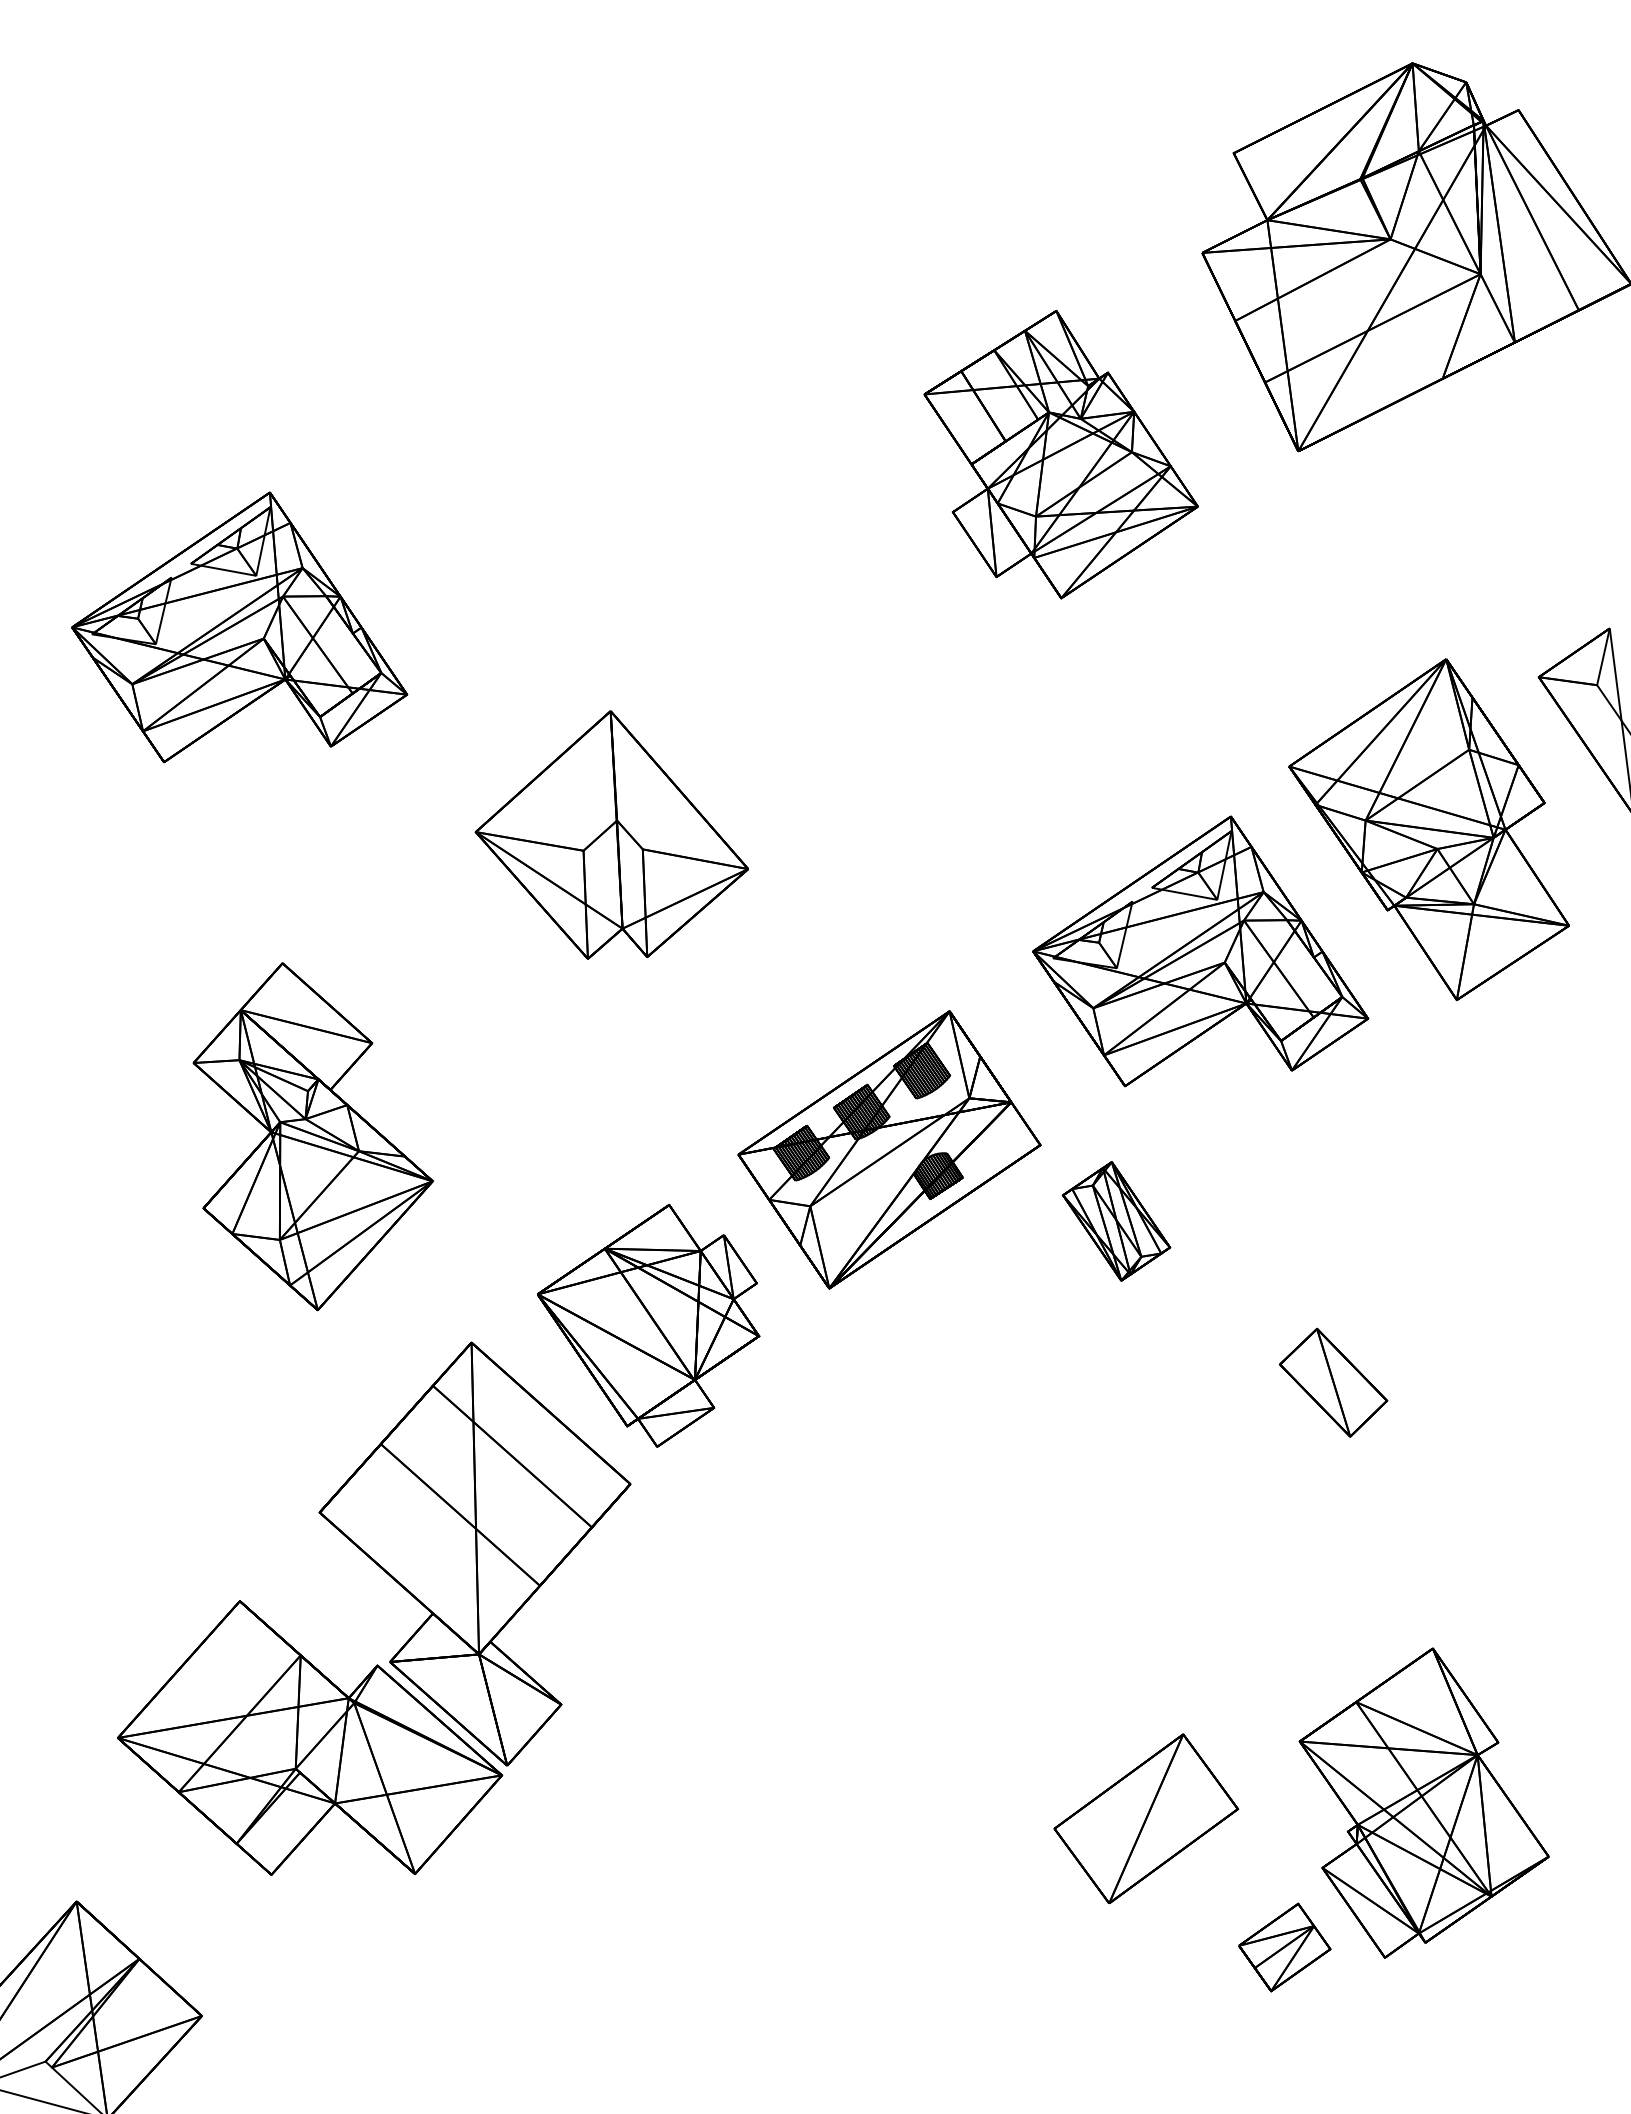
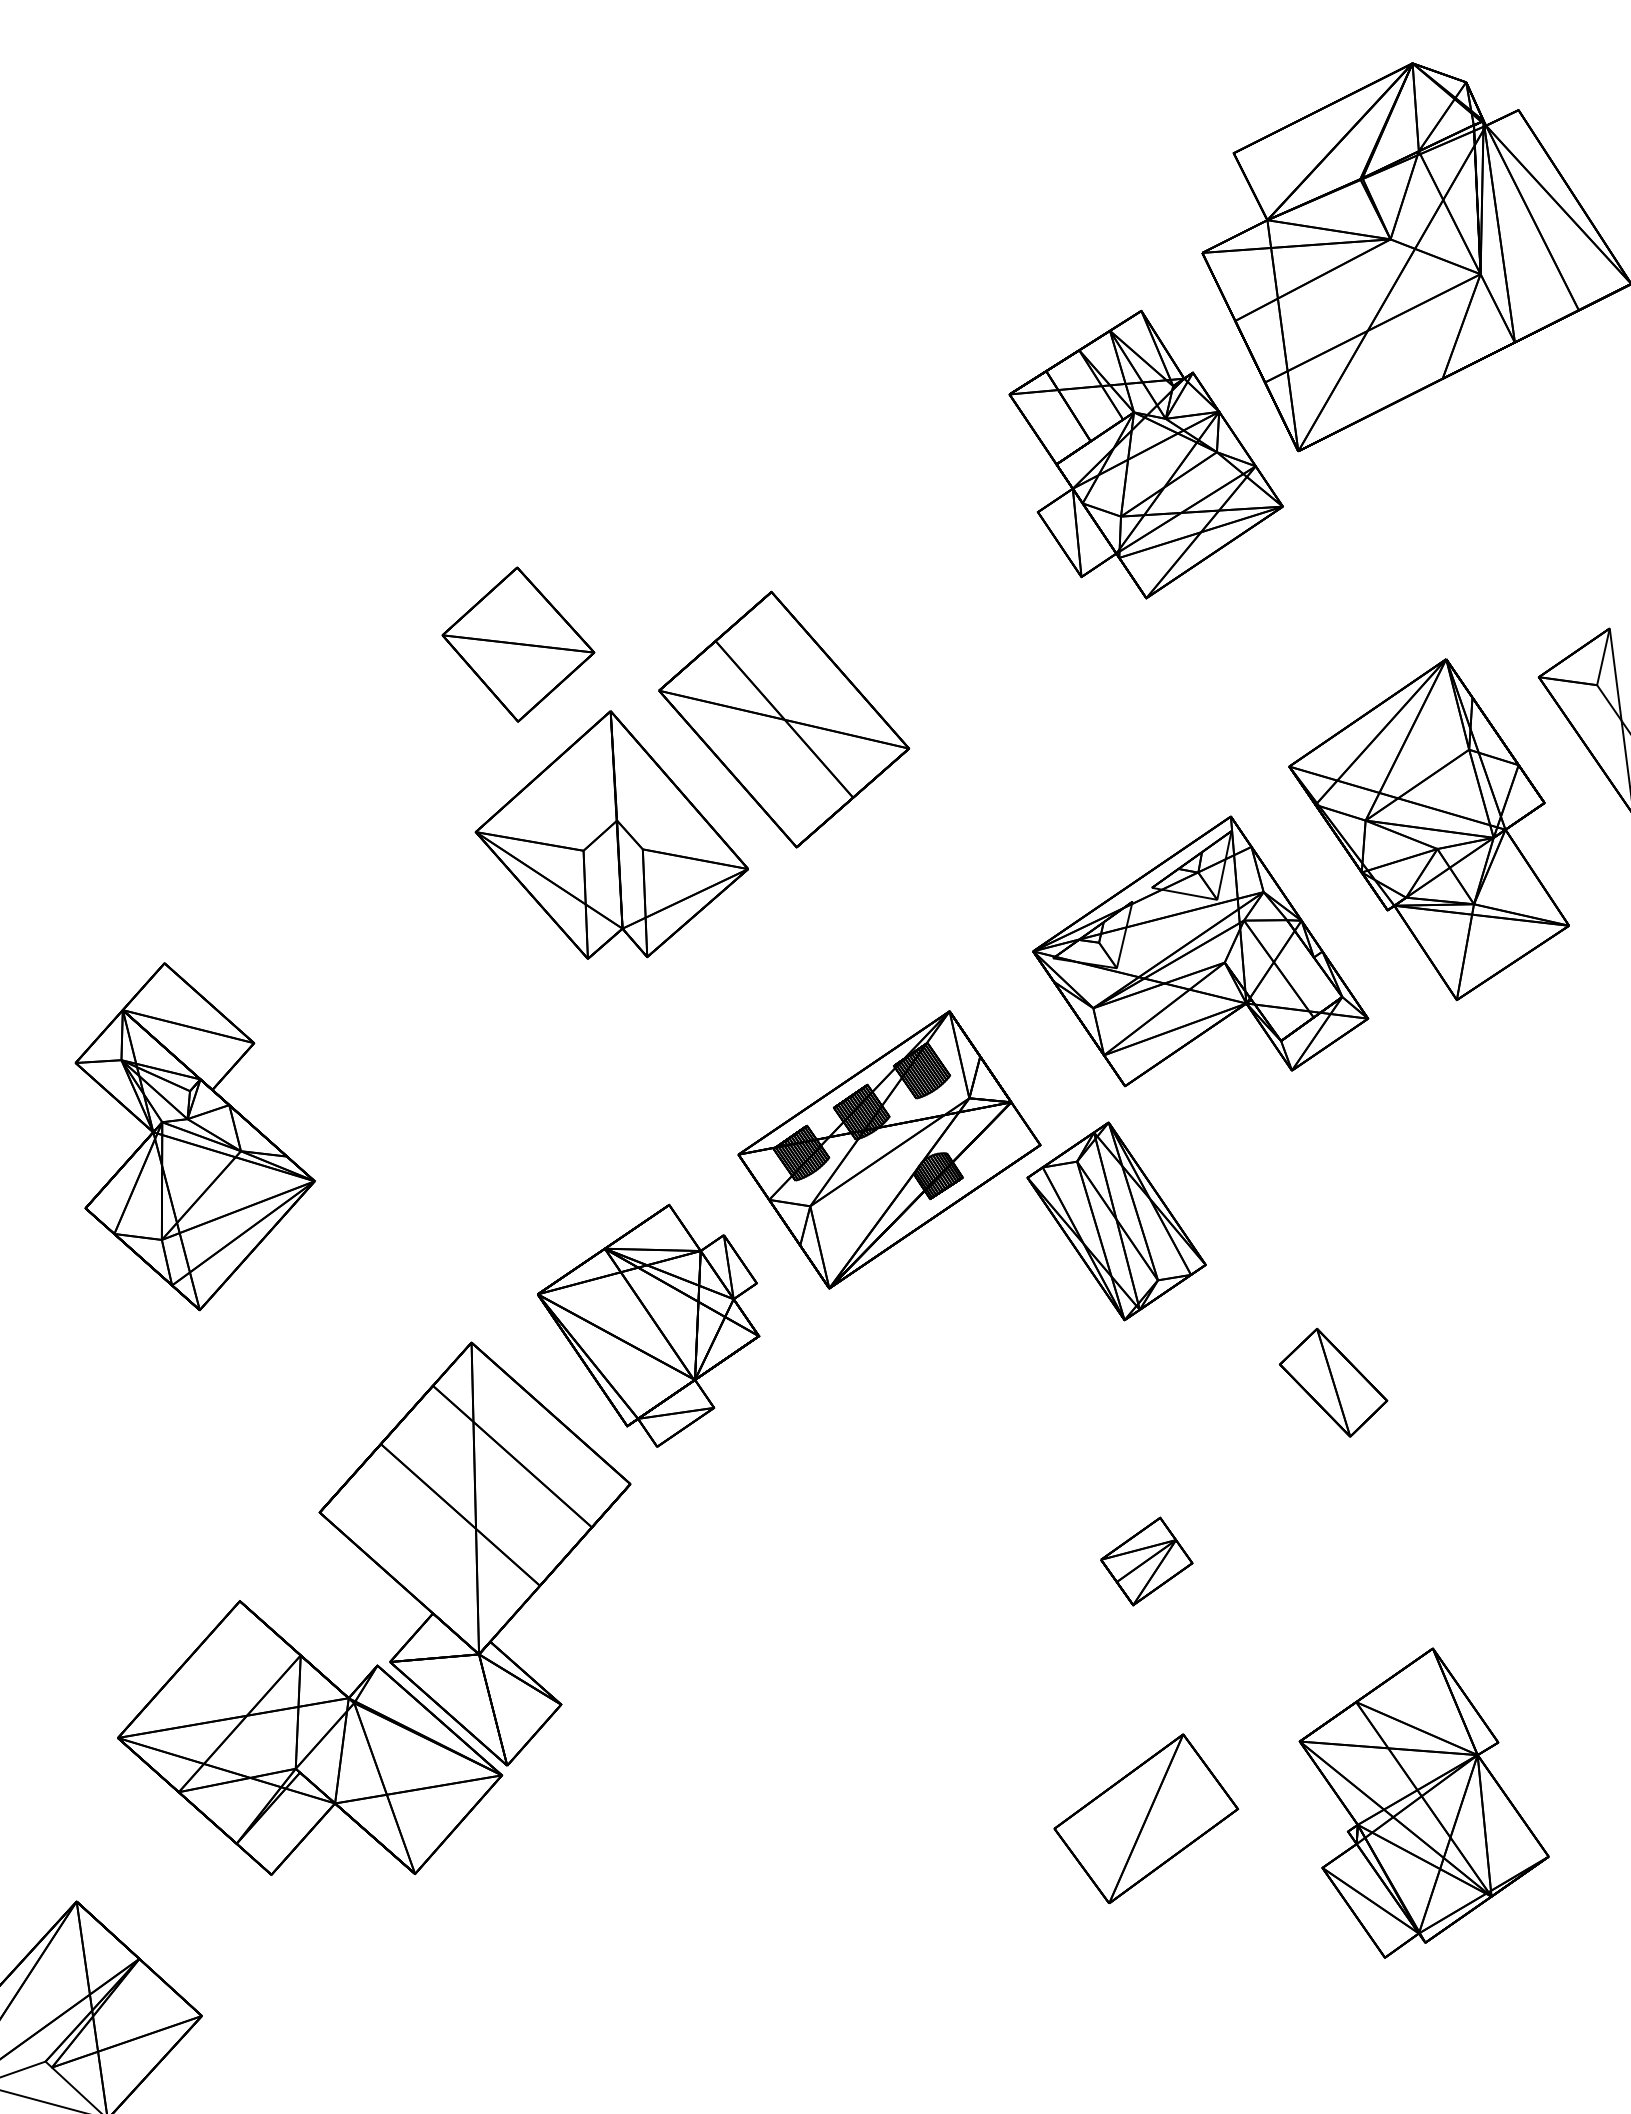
part at (1060, 454) position: (1060, 454) -> (1145, 454)
part at (239, 627): present -> none
part at (518, 644): none -> present
part at (784, 719): none -> present
part at (312, 1136) position: (312, 1136) -> (194, 1136)
part at (1116, 1221) size: 110x121 px -> 181x201 px
part at (1284, 1947) position: (1284, 1947) -> (1146, 1561)
